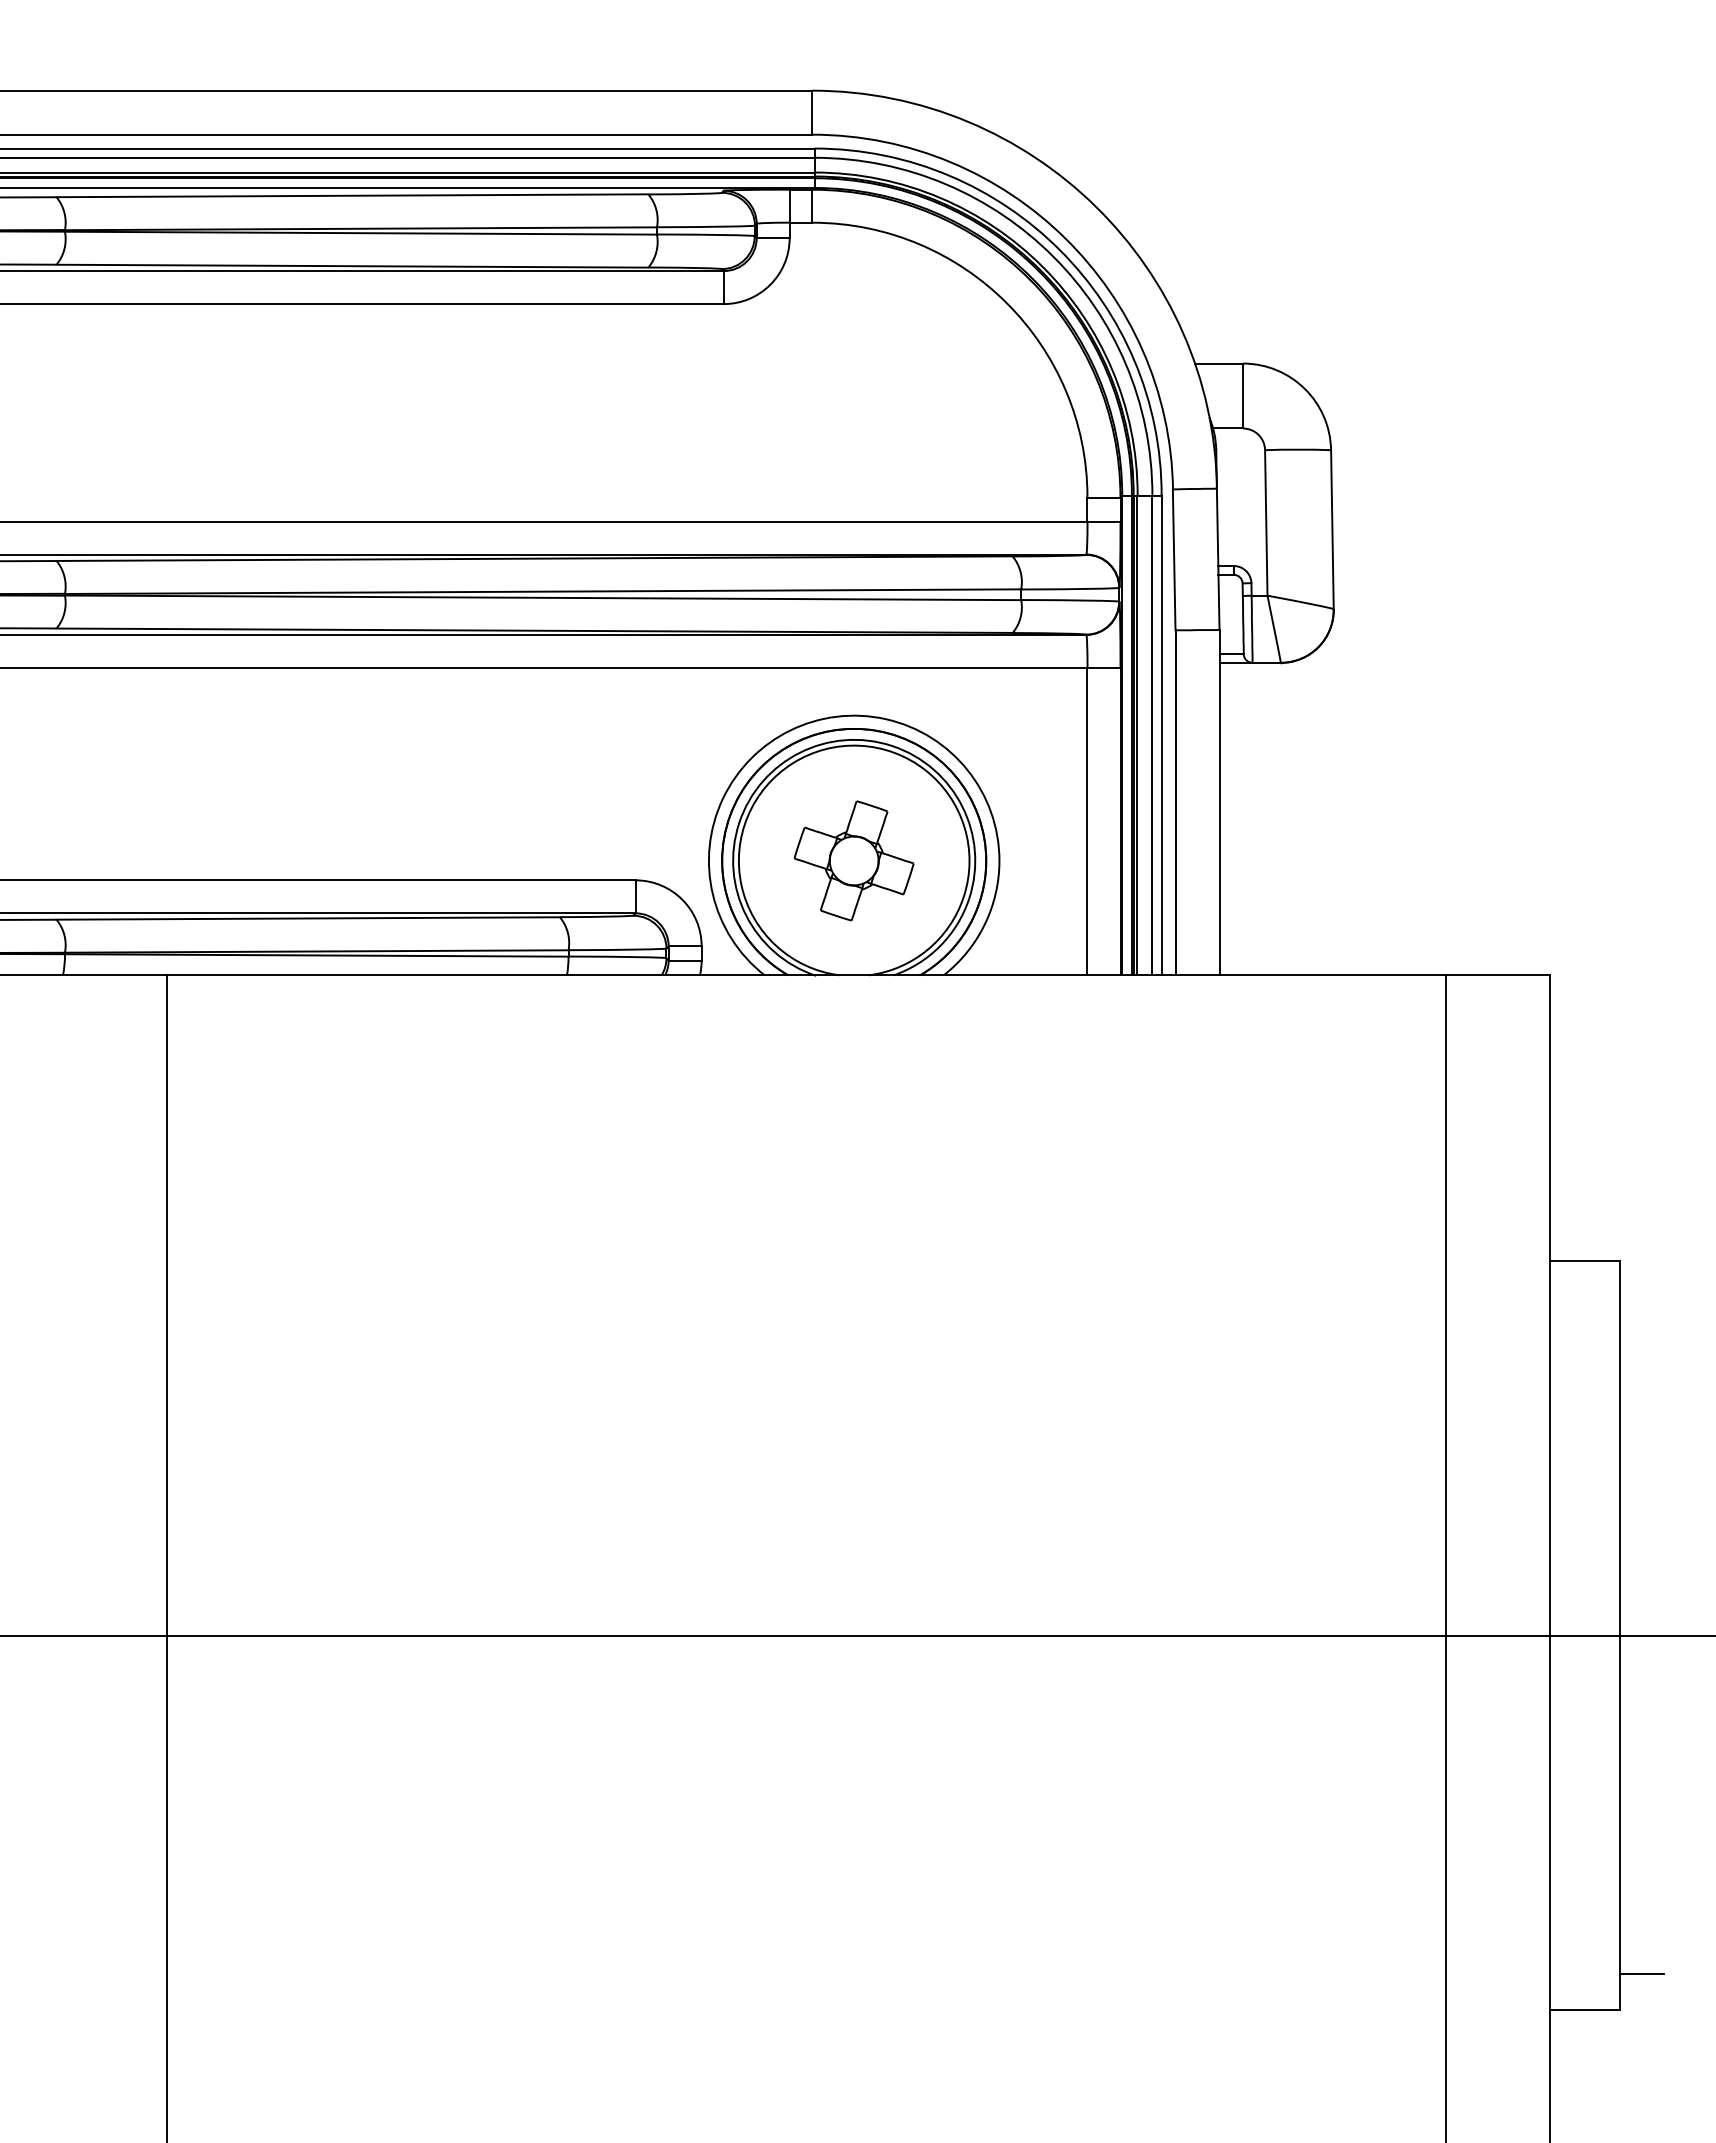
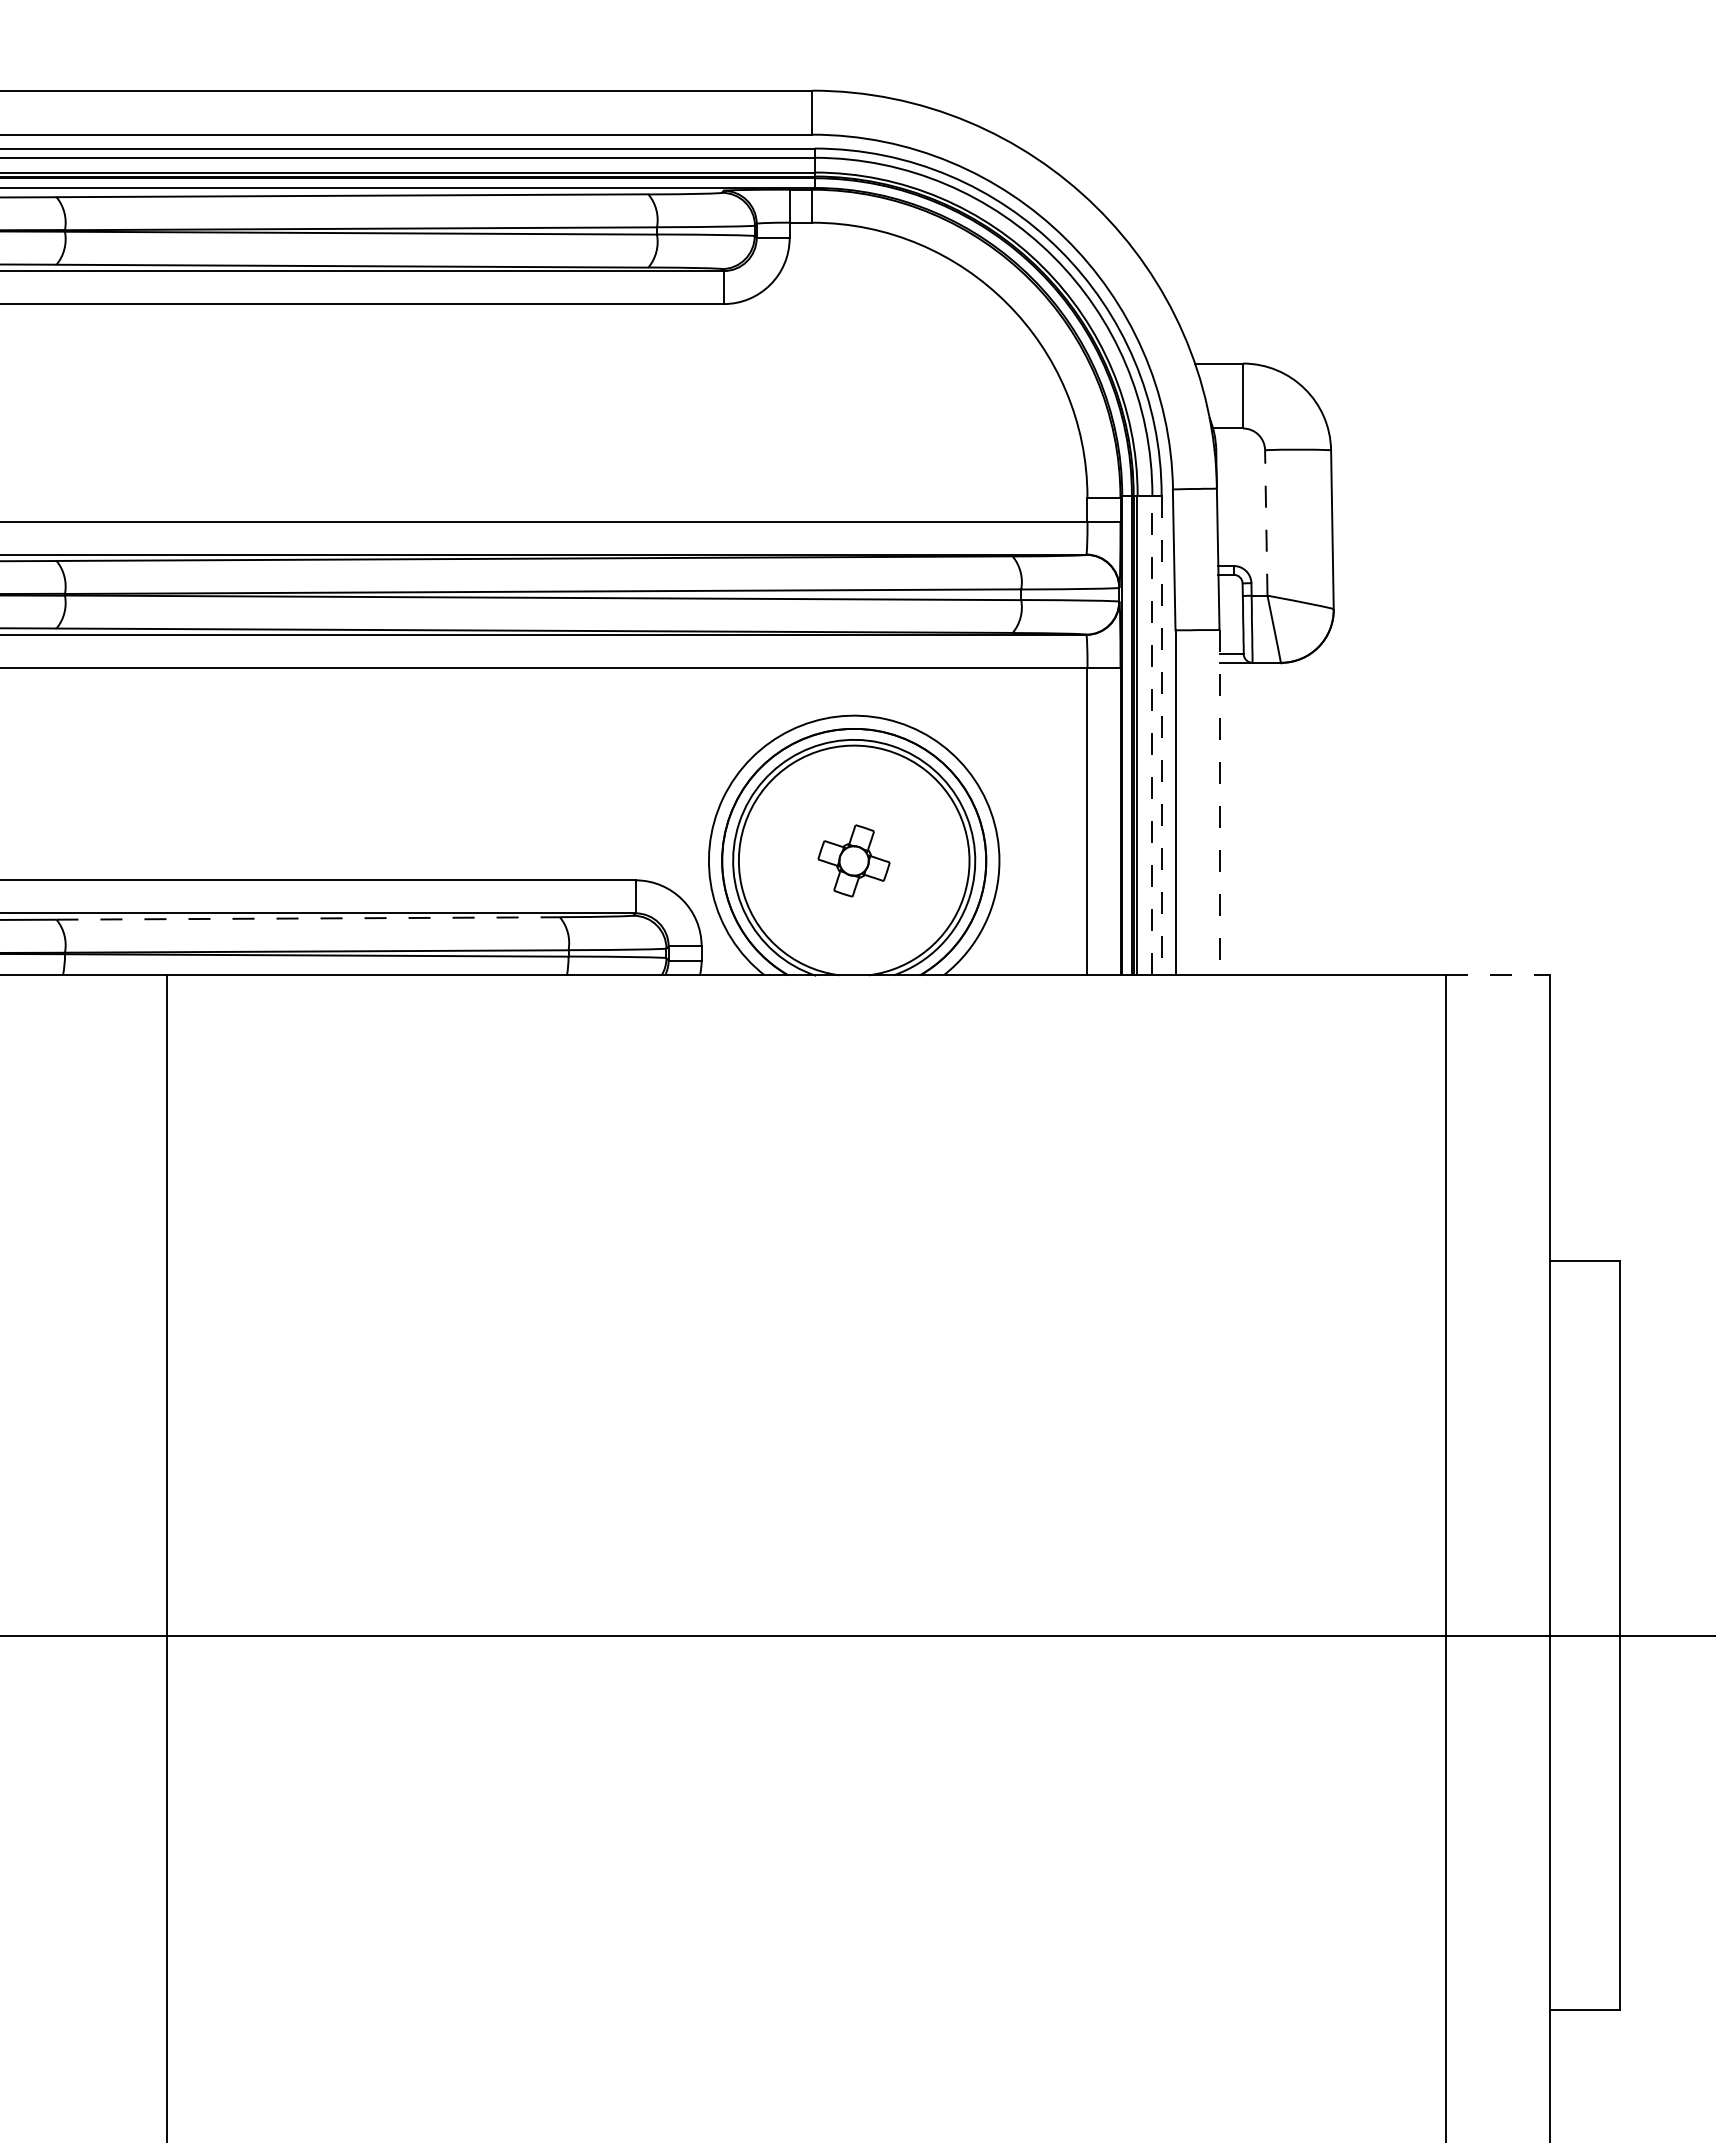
line at (1266, 522): solid -> dashed
line at (1152, 735): solid -> dashed
line at (1161, 735): solid -> dashed
line at (1219, 802): solid -> dashed
part at (853, 860) size: 122x122 px -> 74x74 px
line at (308, 918): solid -> dashed
line at (1498, 975): solid -> dashed
line at (1642, 1974): present -> none
